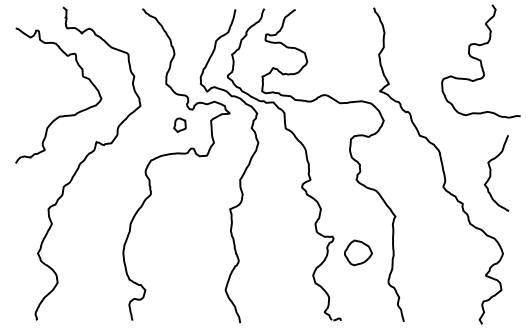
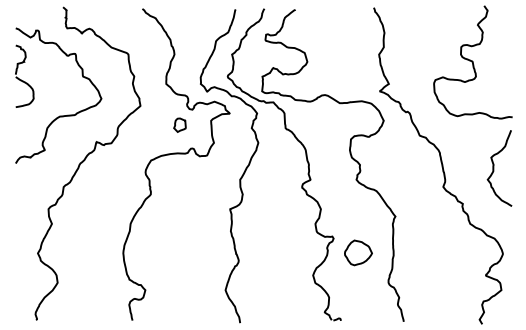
curve at (480, 61) position: (480, 61) -> (472, 62)
part at (24, 75): none -> present
curve at (491, 173) position: (491, 173) -> (494, 168)
